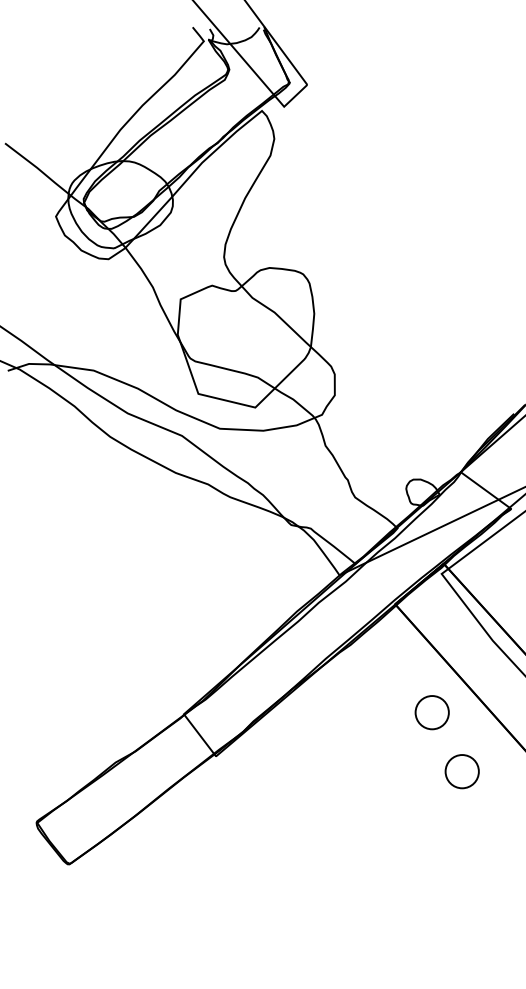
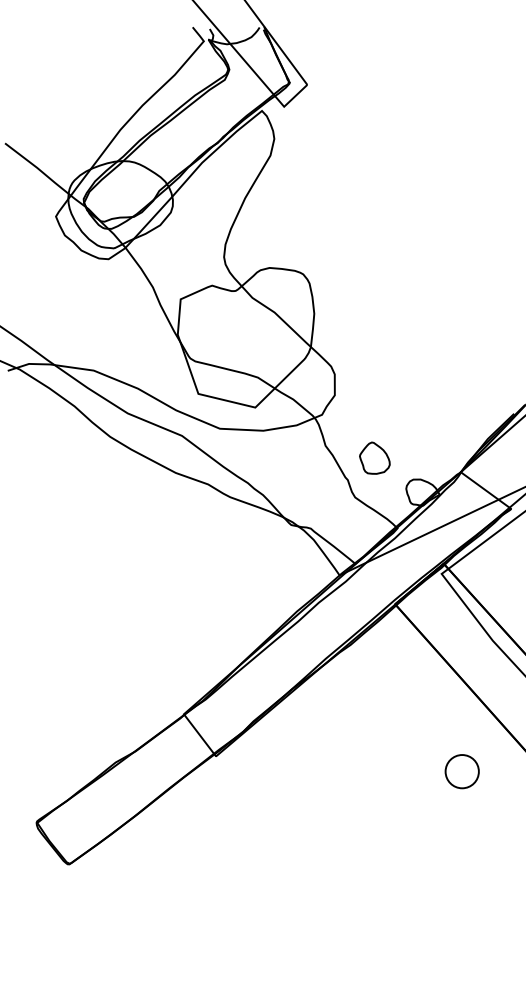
part at (374, 457): none -> present
circle at (431, 712): present -> none
